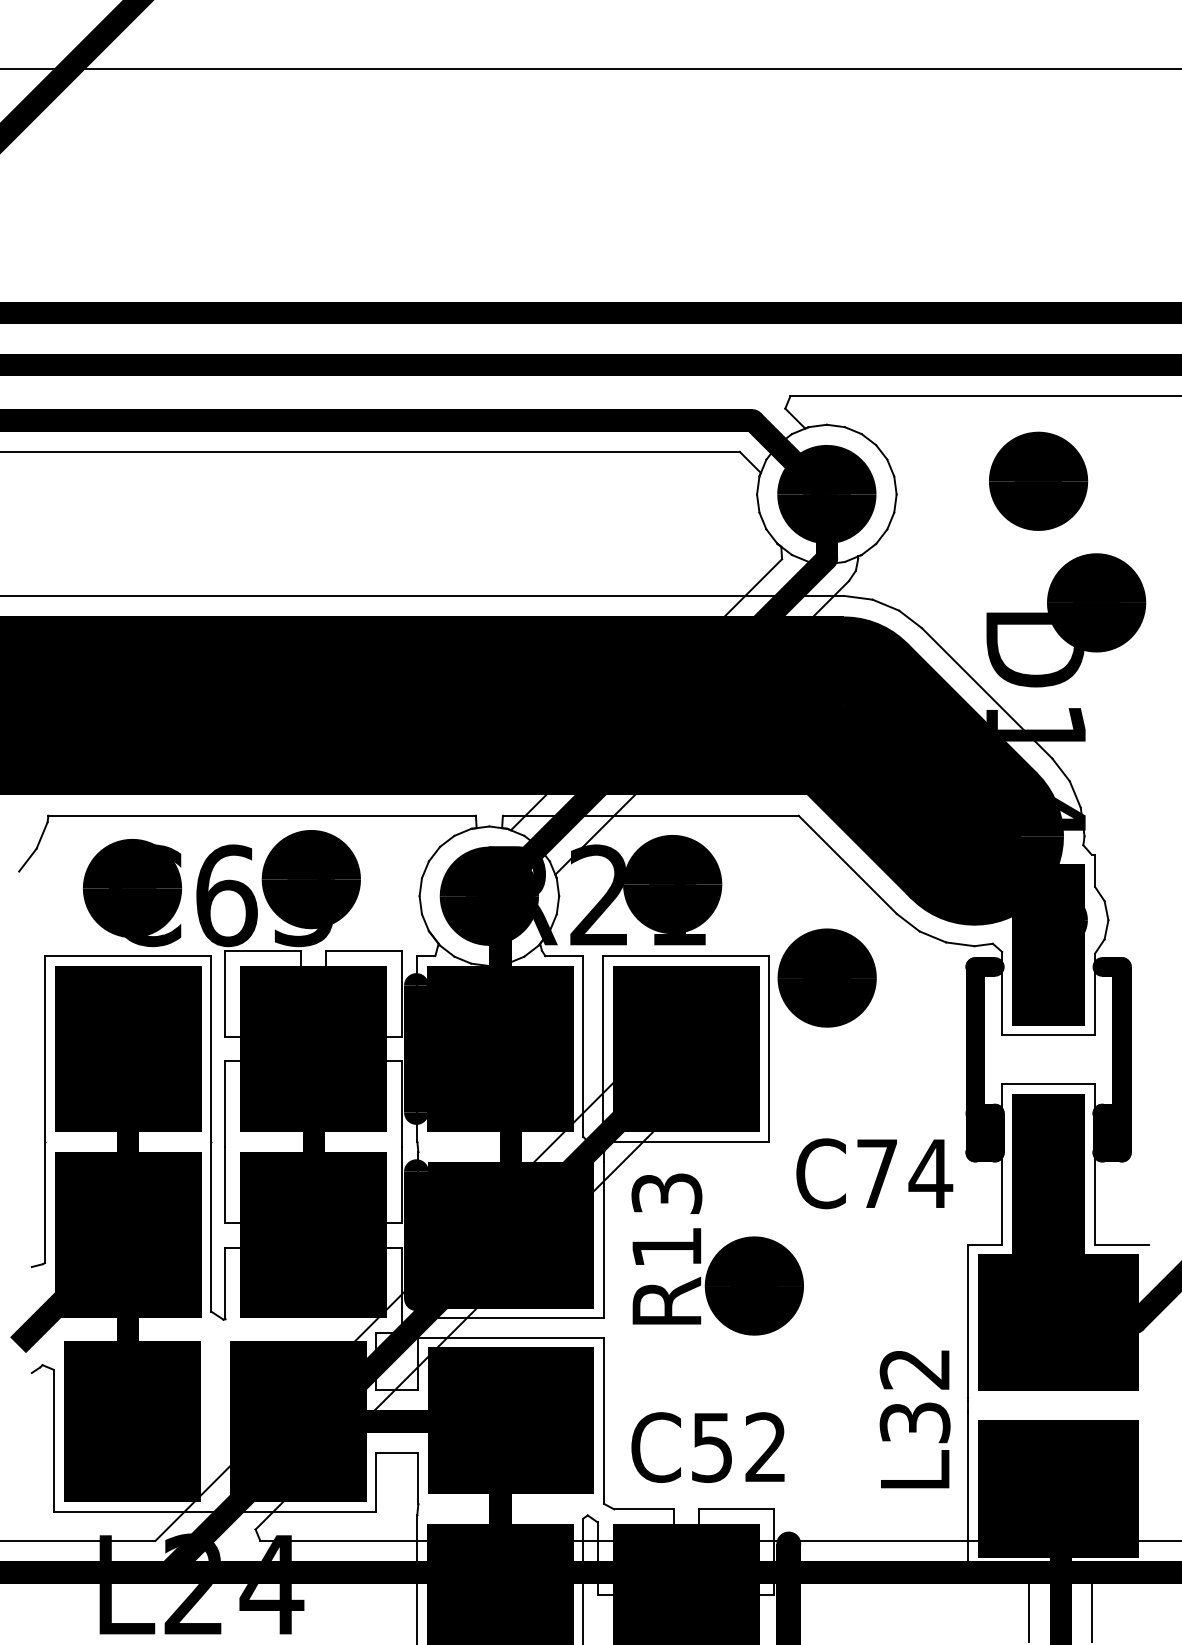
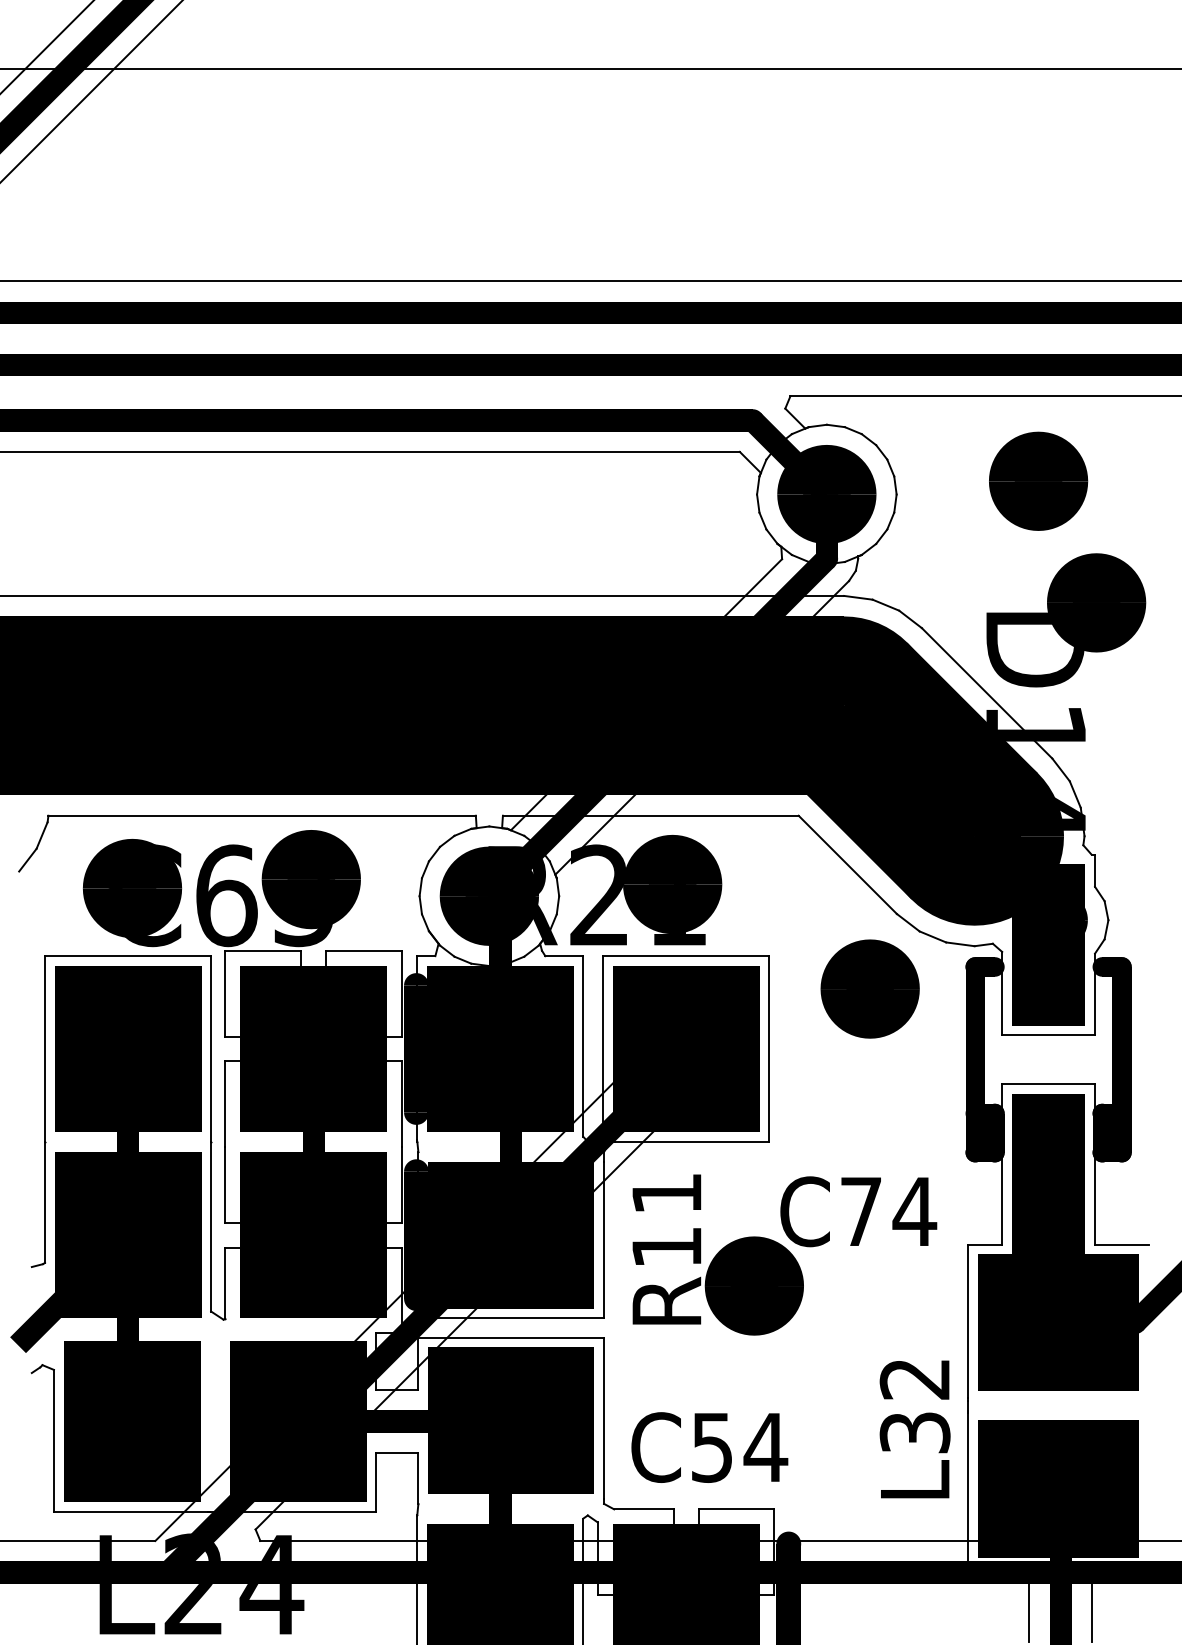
line at (47, 47): none -> present
line at (91, 91): none -> present
line at (590, 281): none -> present
part at (826, 977) position: (826, 977) -> (869, 988)
text at (874, 1173) position: (874, 1173) -> (858, 1211)
text at (666, 1193): R13 -> R11
text at (914, 1419) position: (914, 1419) -> (914, 1429)
text at (765, 1446): C52 -> C54
